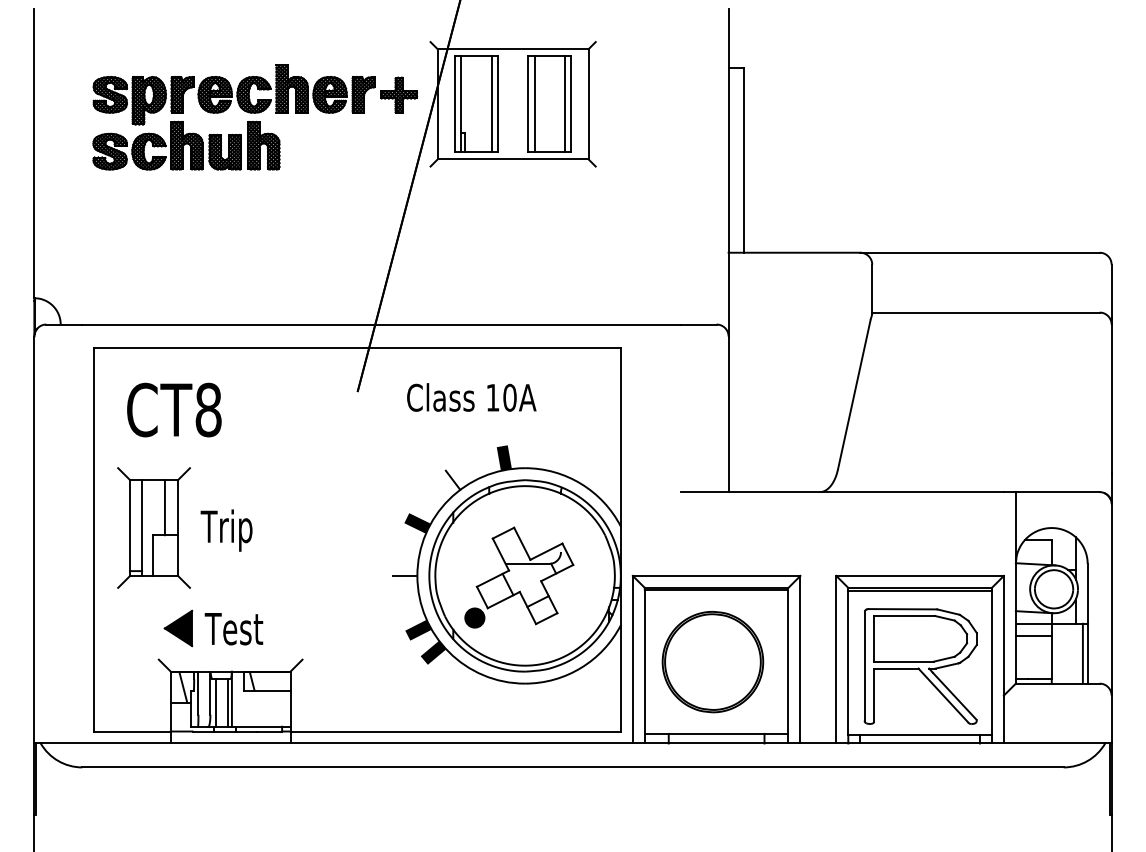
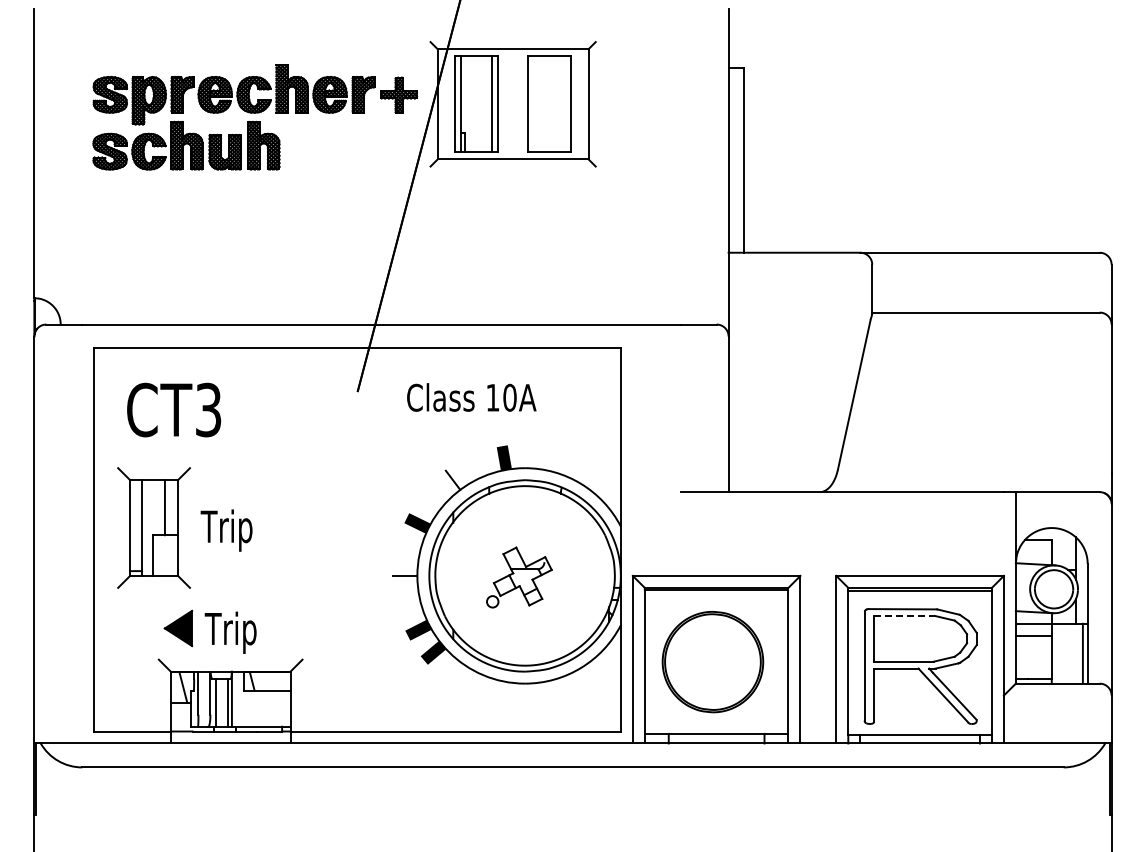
line at (534, 104): present -> none
line at (565, 104): present -> none
text at (208, 409): CT8 -> CT3
part at (519, 577) size: 111x103 px -> 67x63 px
line at (905, 616): solid -> dashed
text at (243, 632): Test -> Trip
